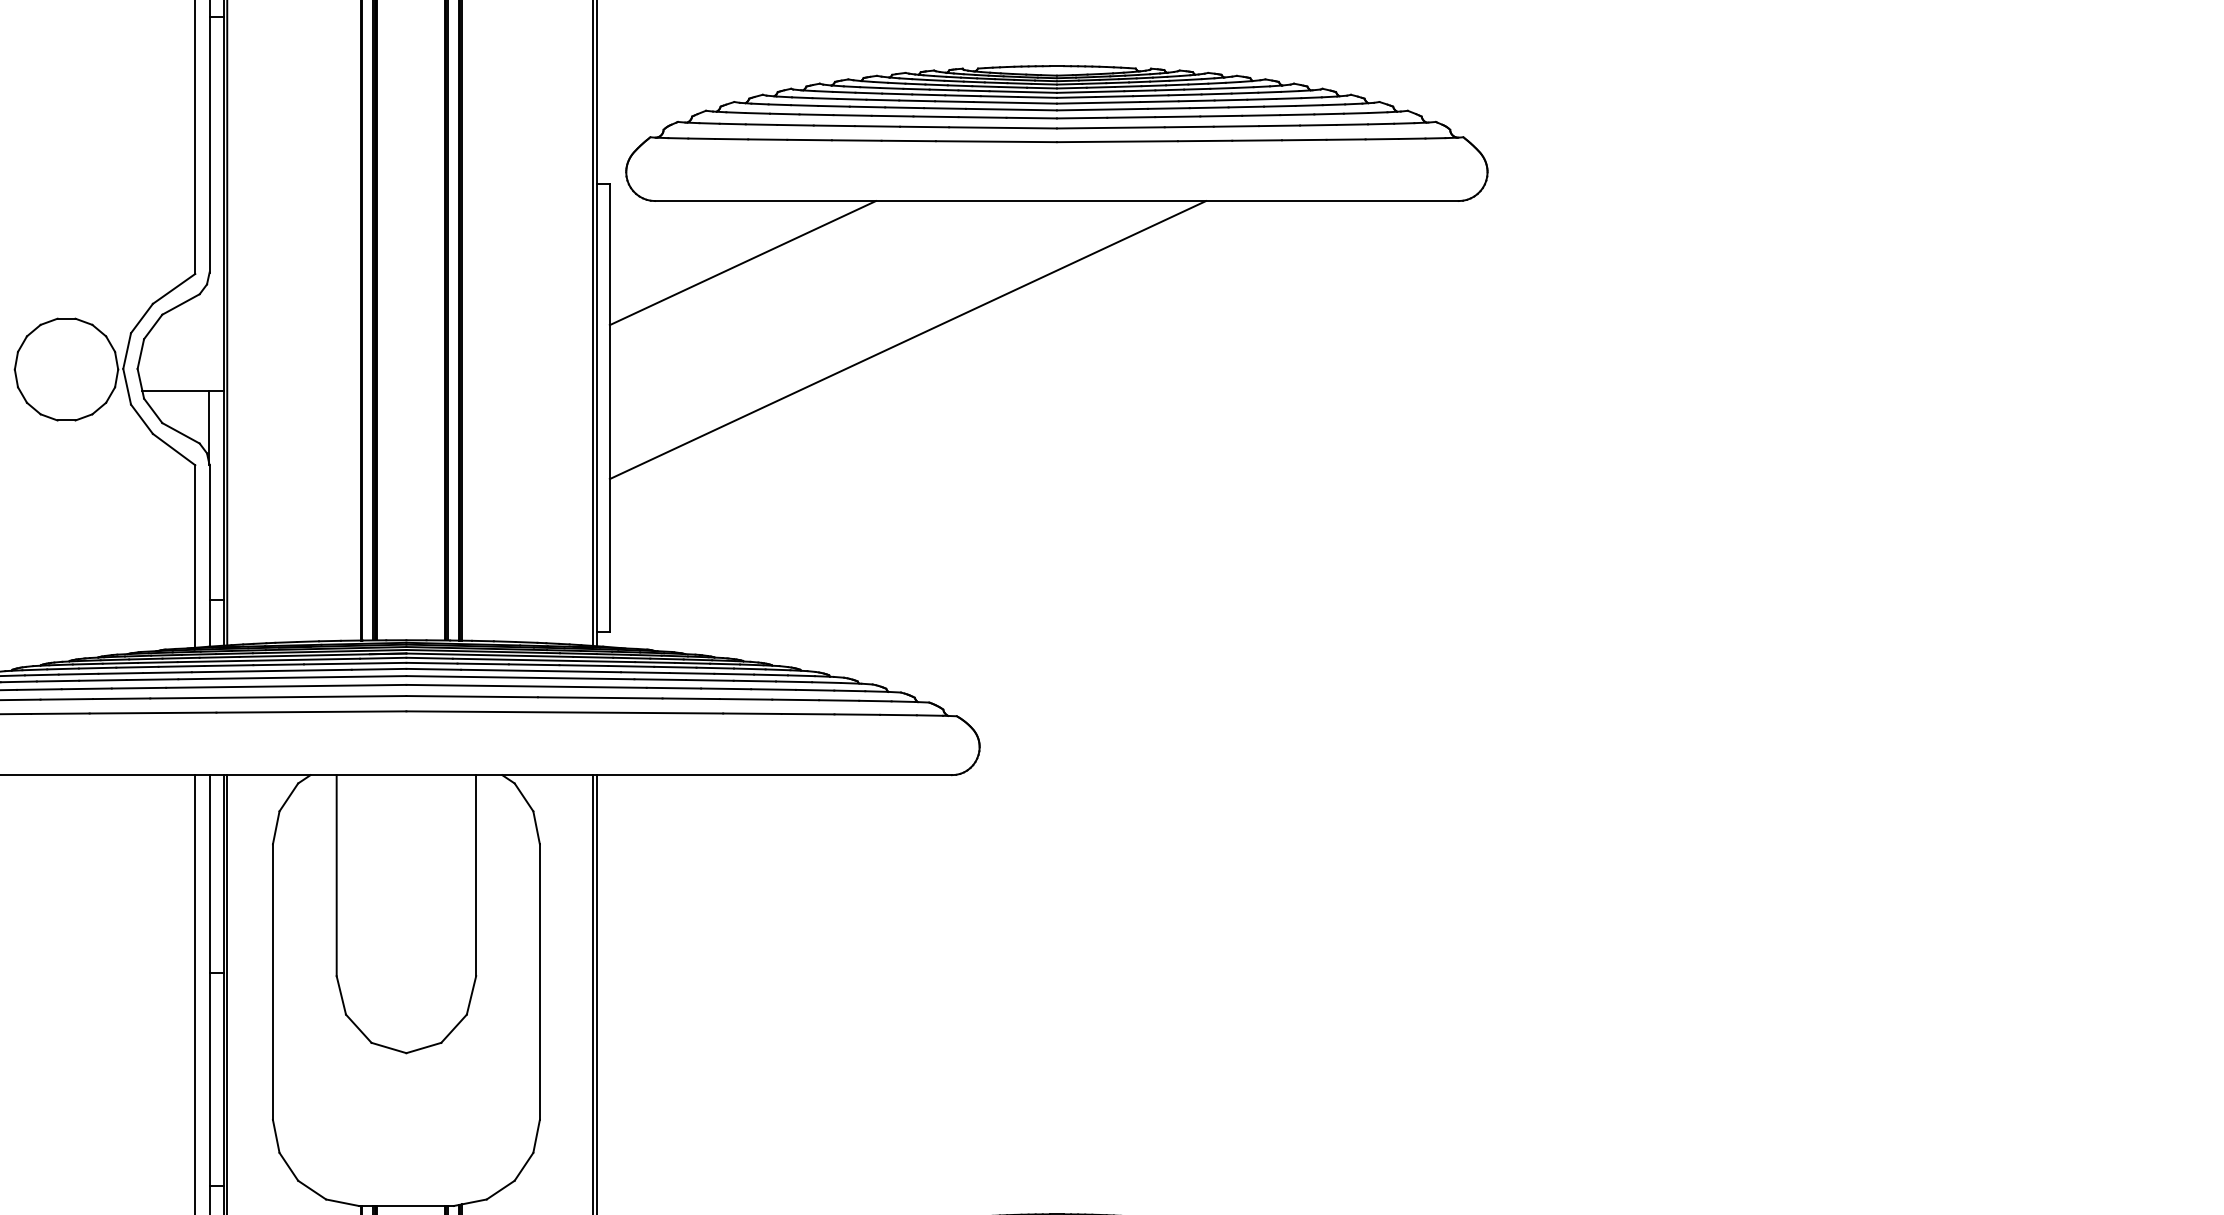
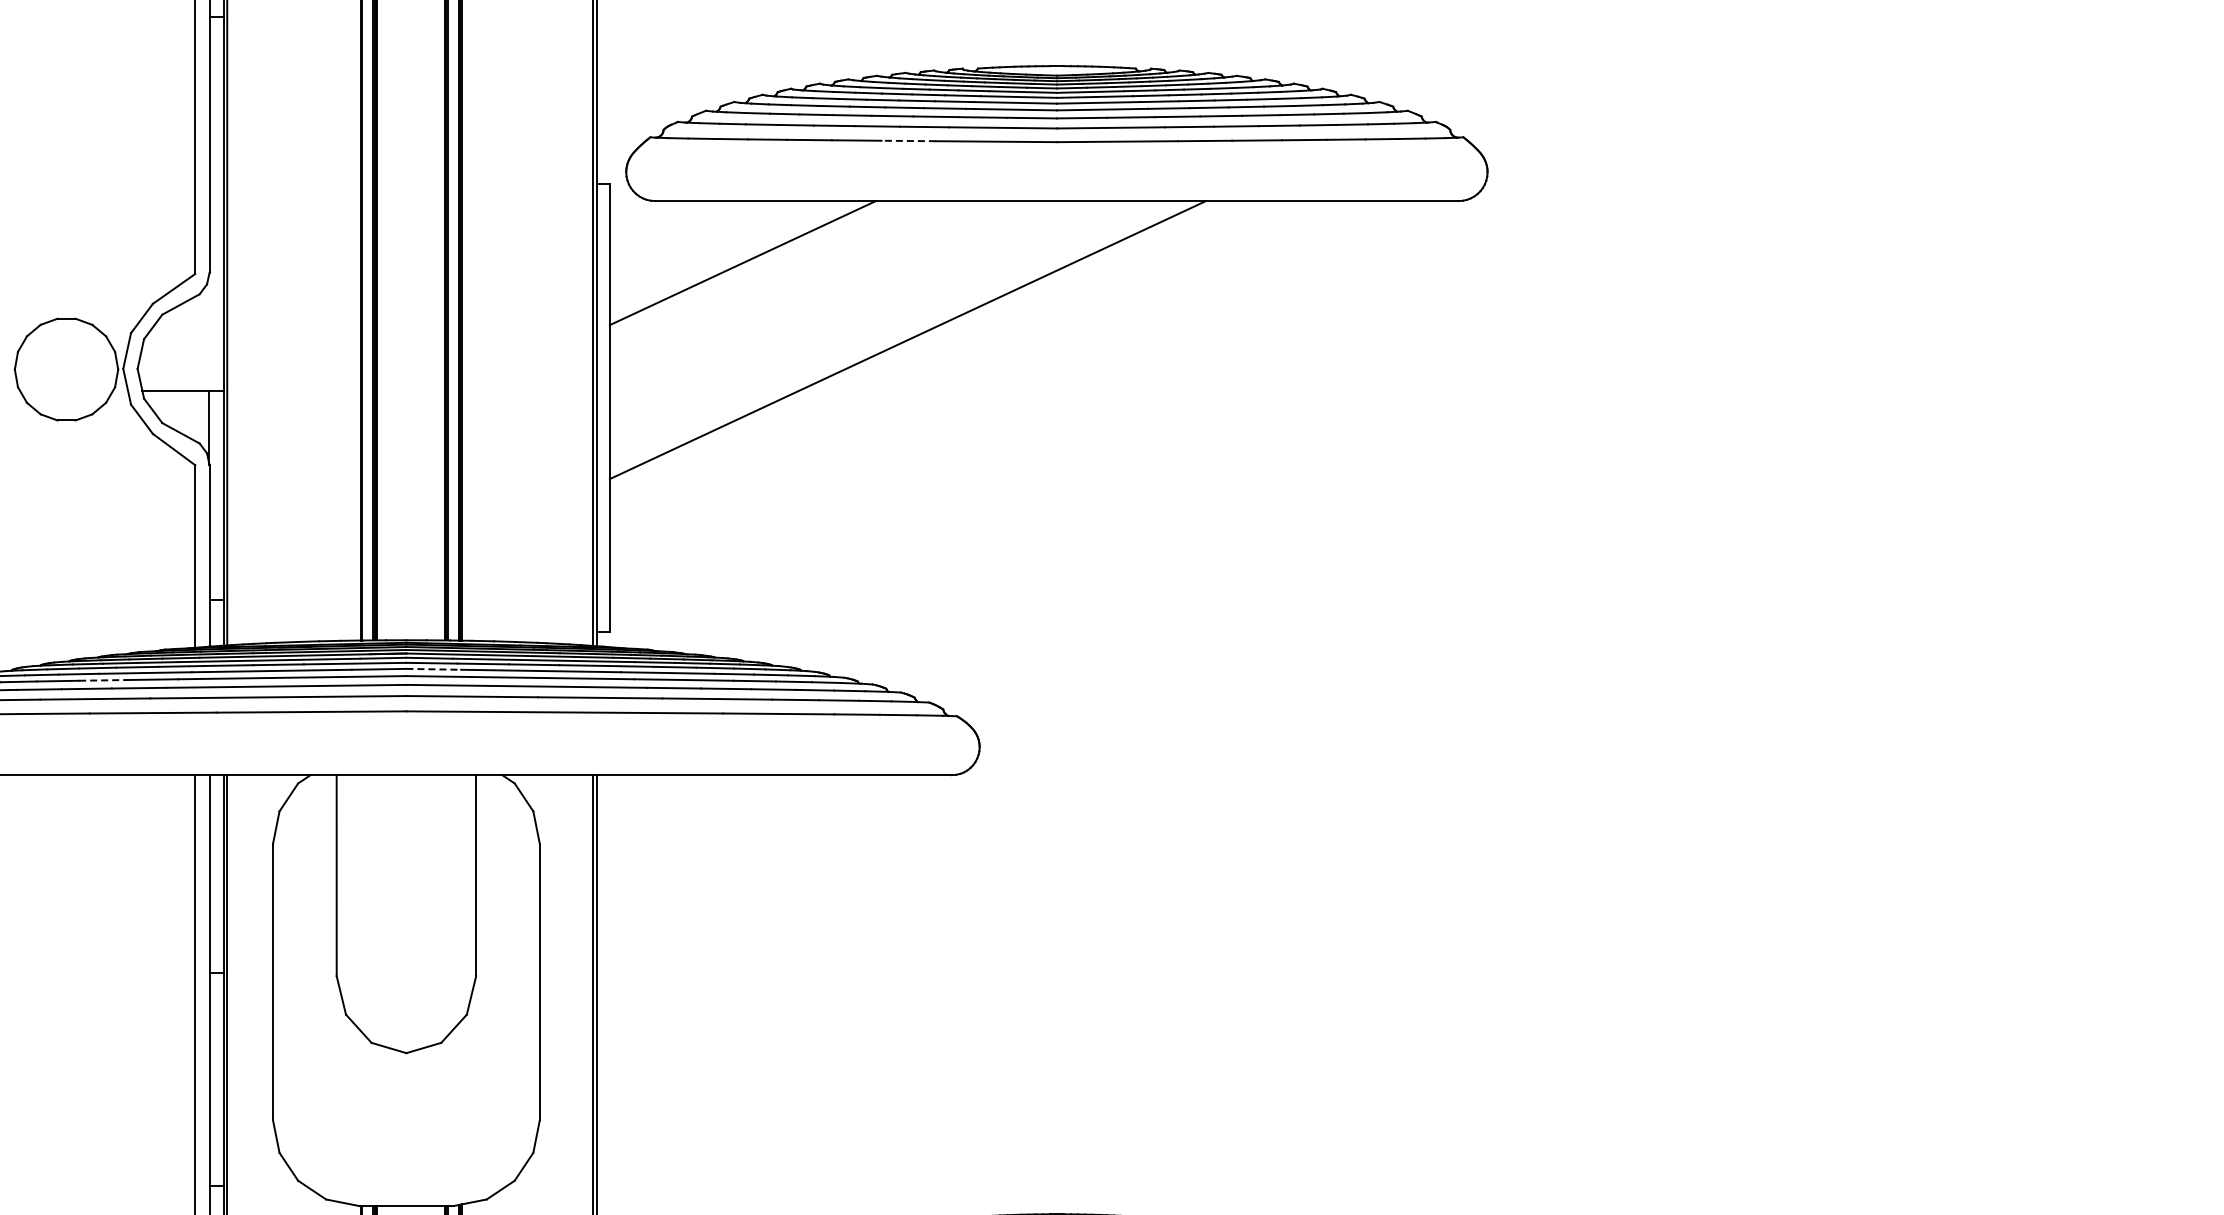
line at (908, 140): solid -> dashed
line at (434, 669): solid -> dashed
line at (102, 680): solid -> dashed
